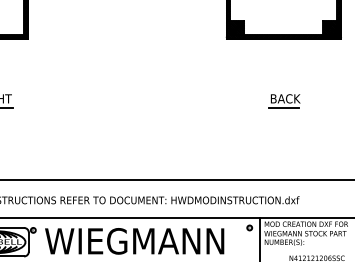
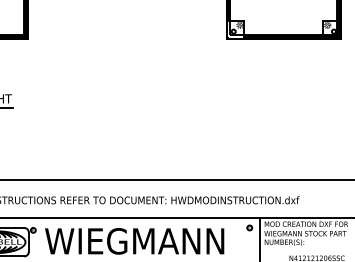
hatch at (235, 29): present -> none
hatch at (332, 29): present -> none
part at (284, 101): present -> none
